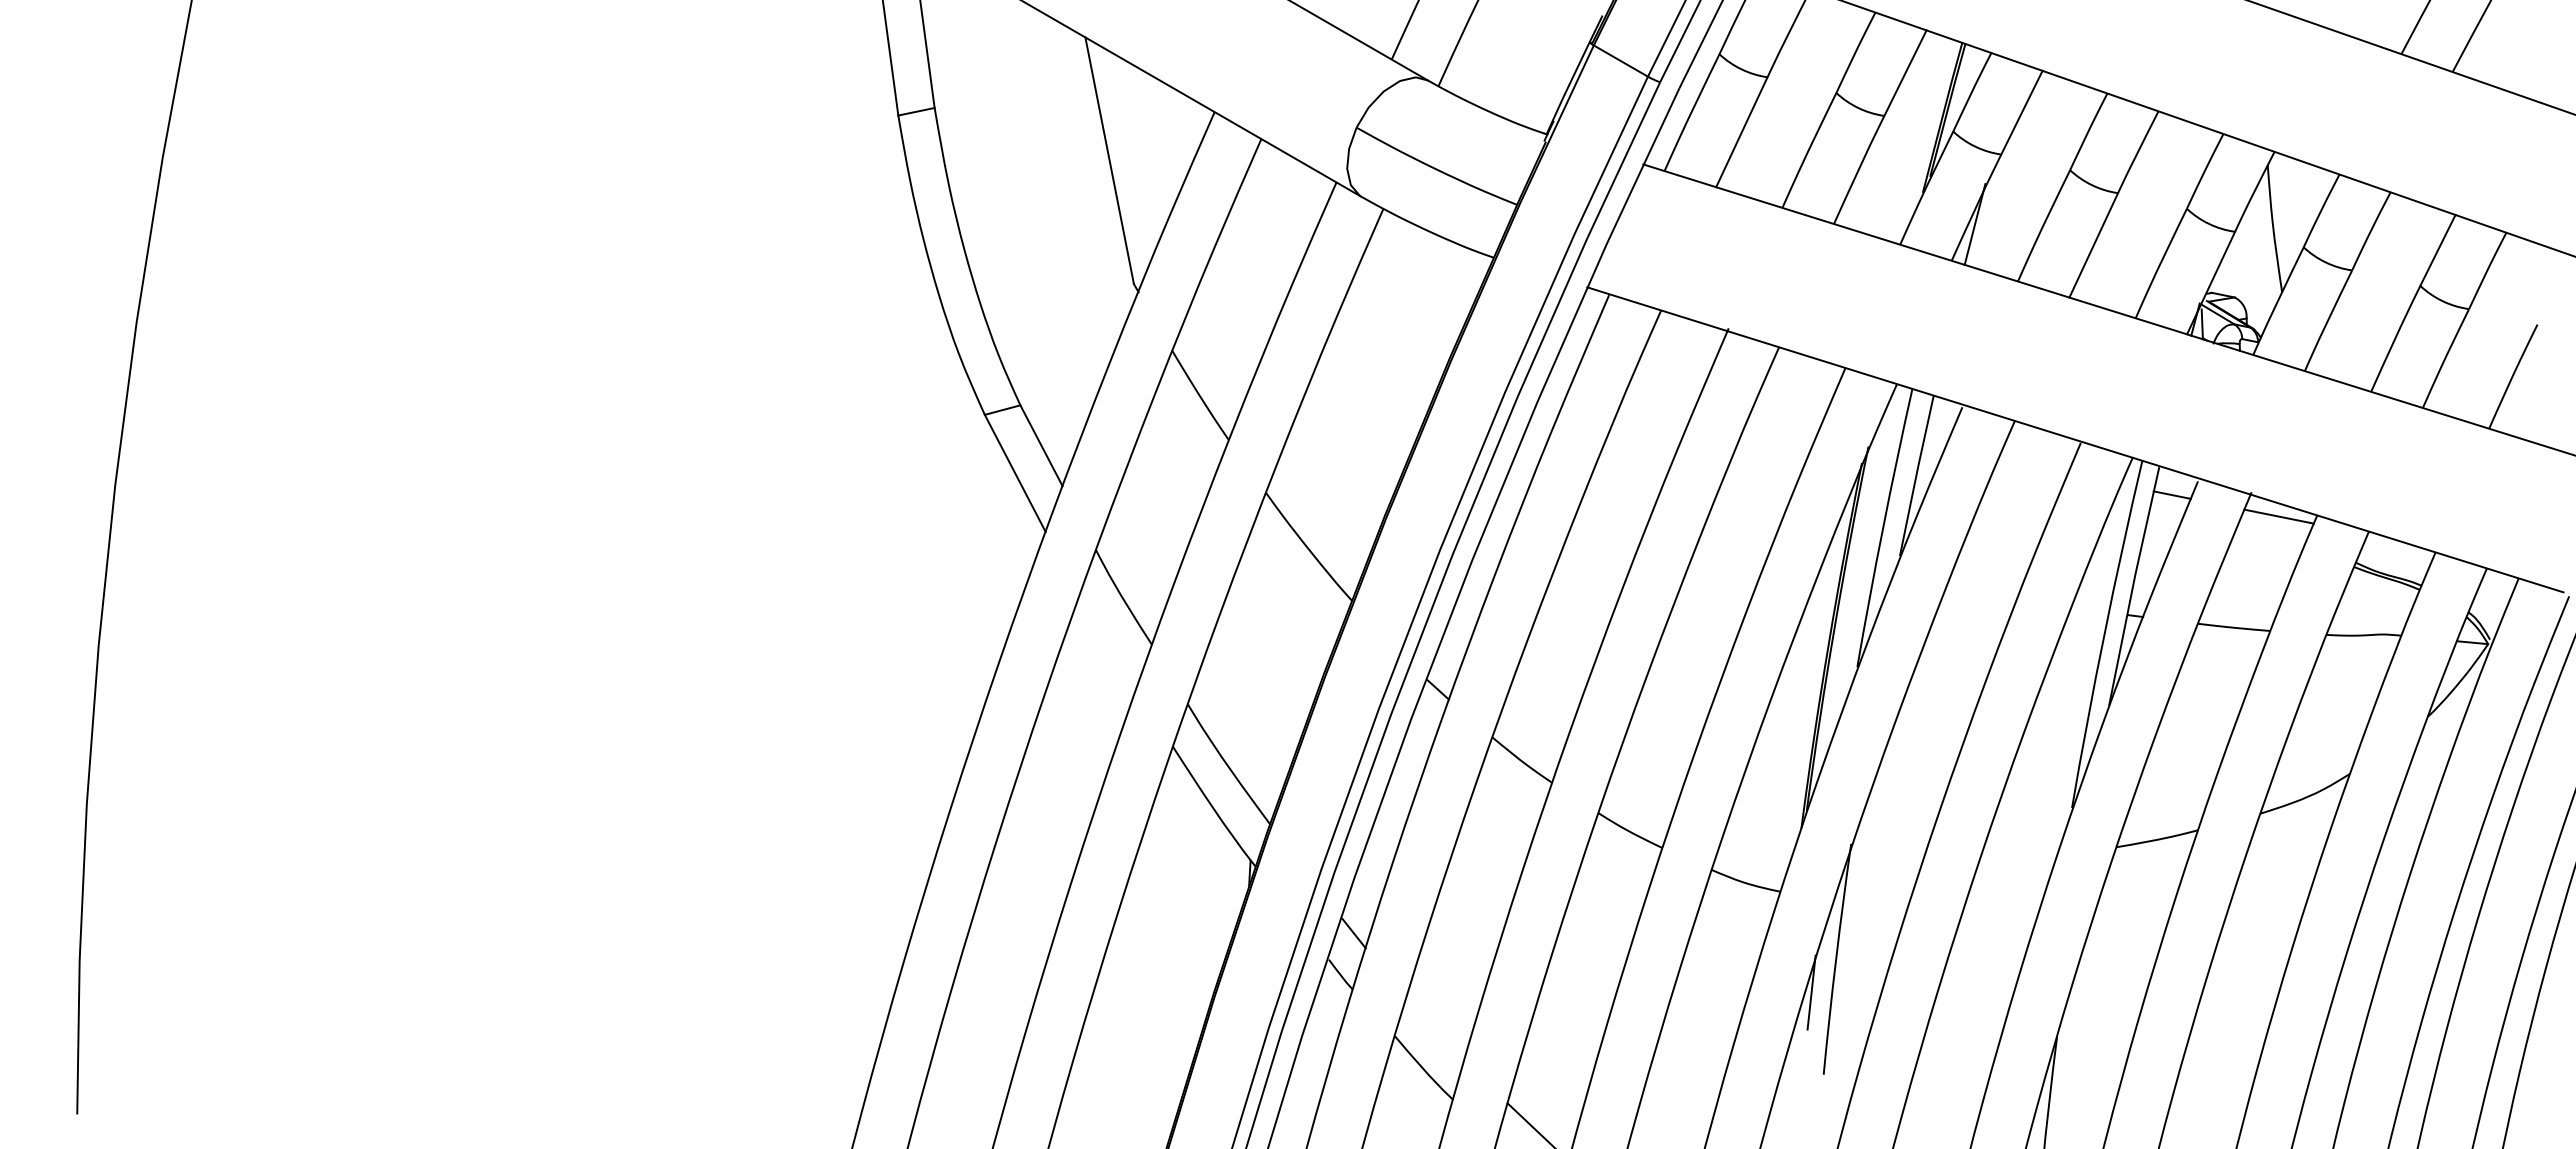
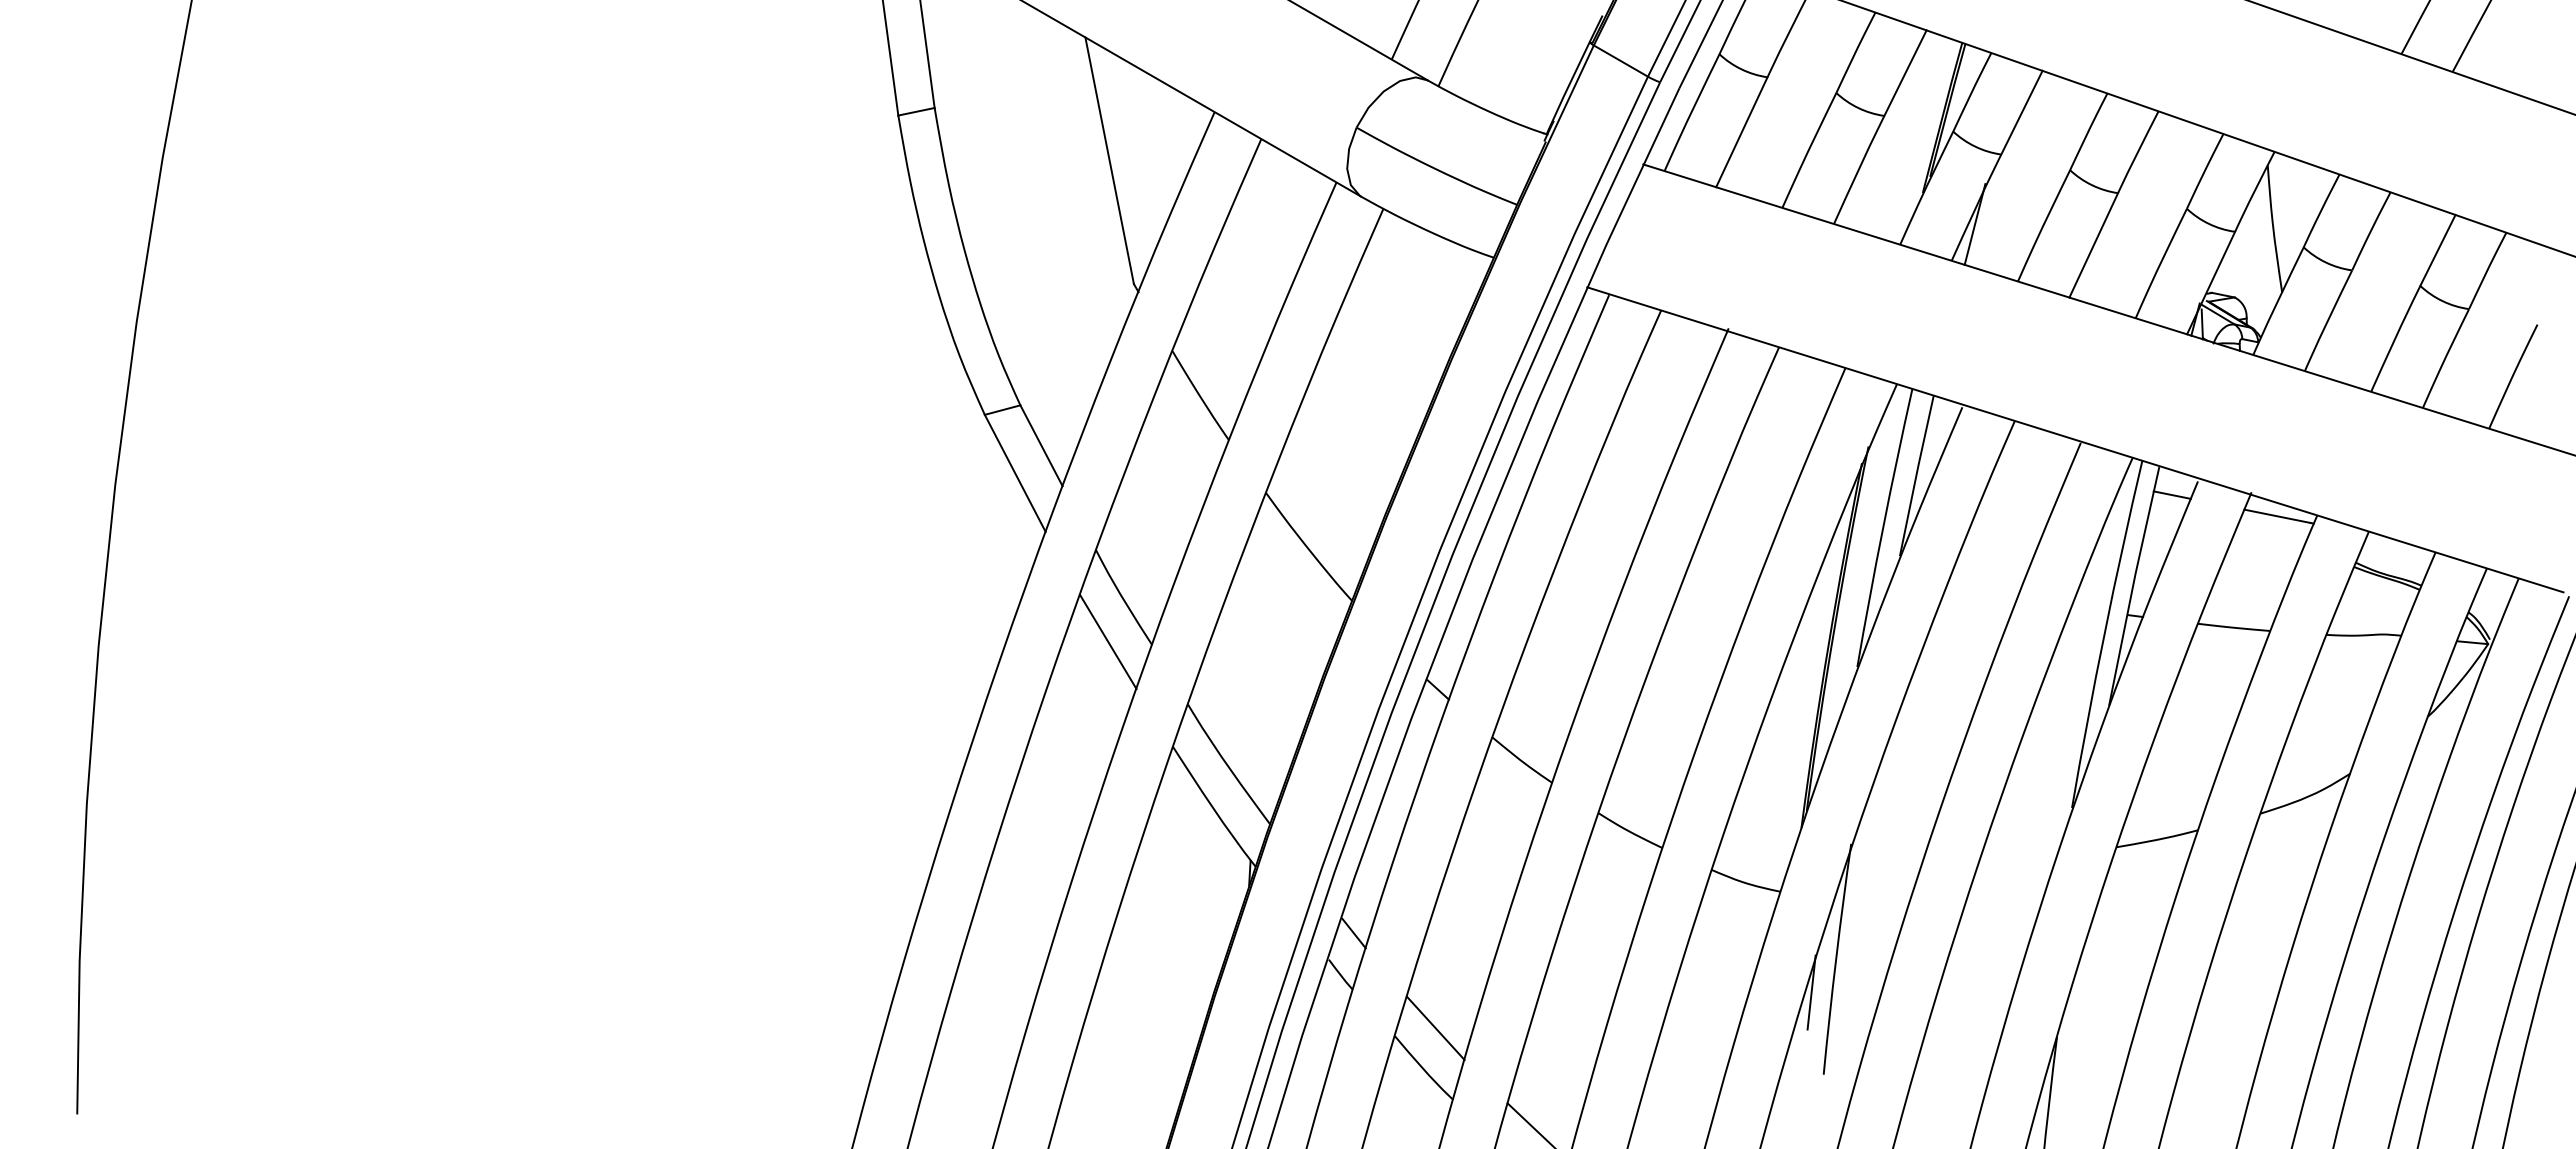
line at (1108, 641): none -> present
line at (1435, 1027): none -> present
